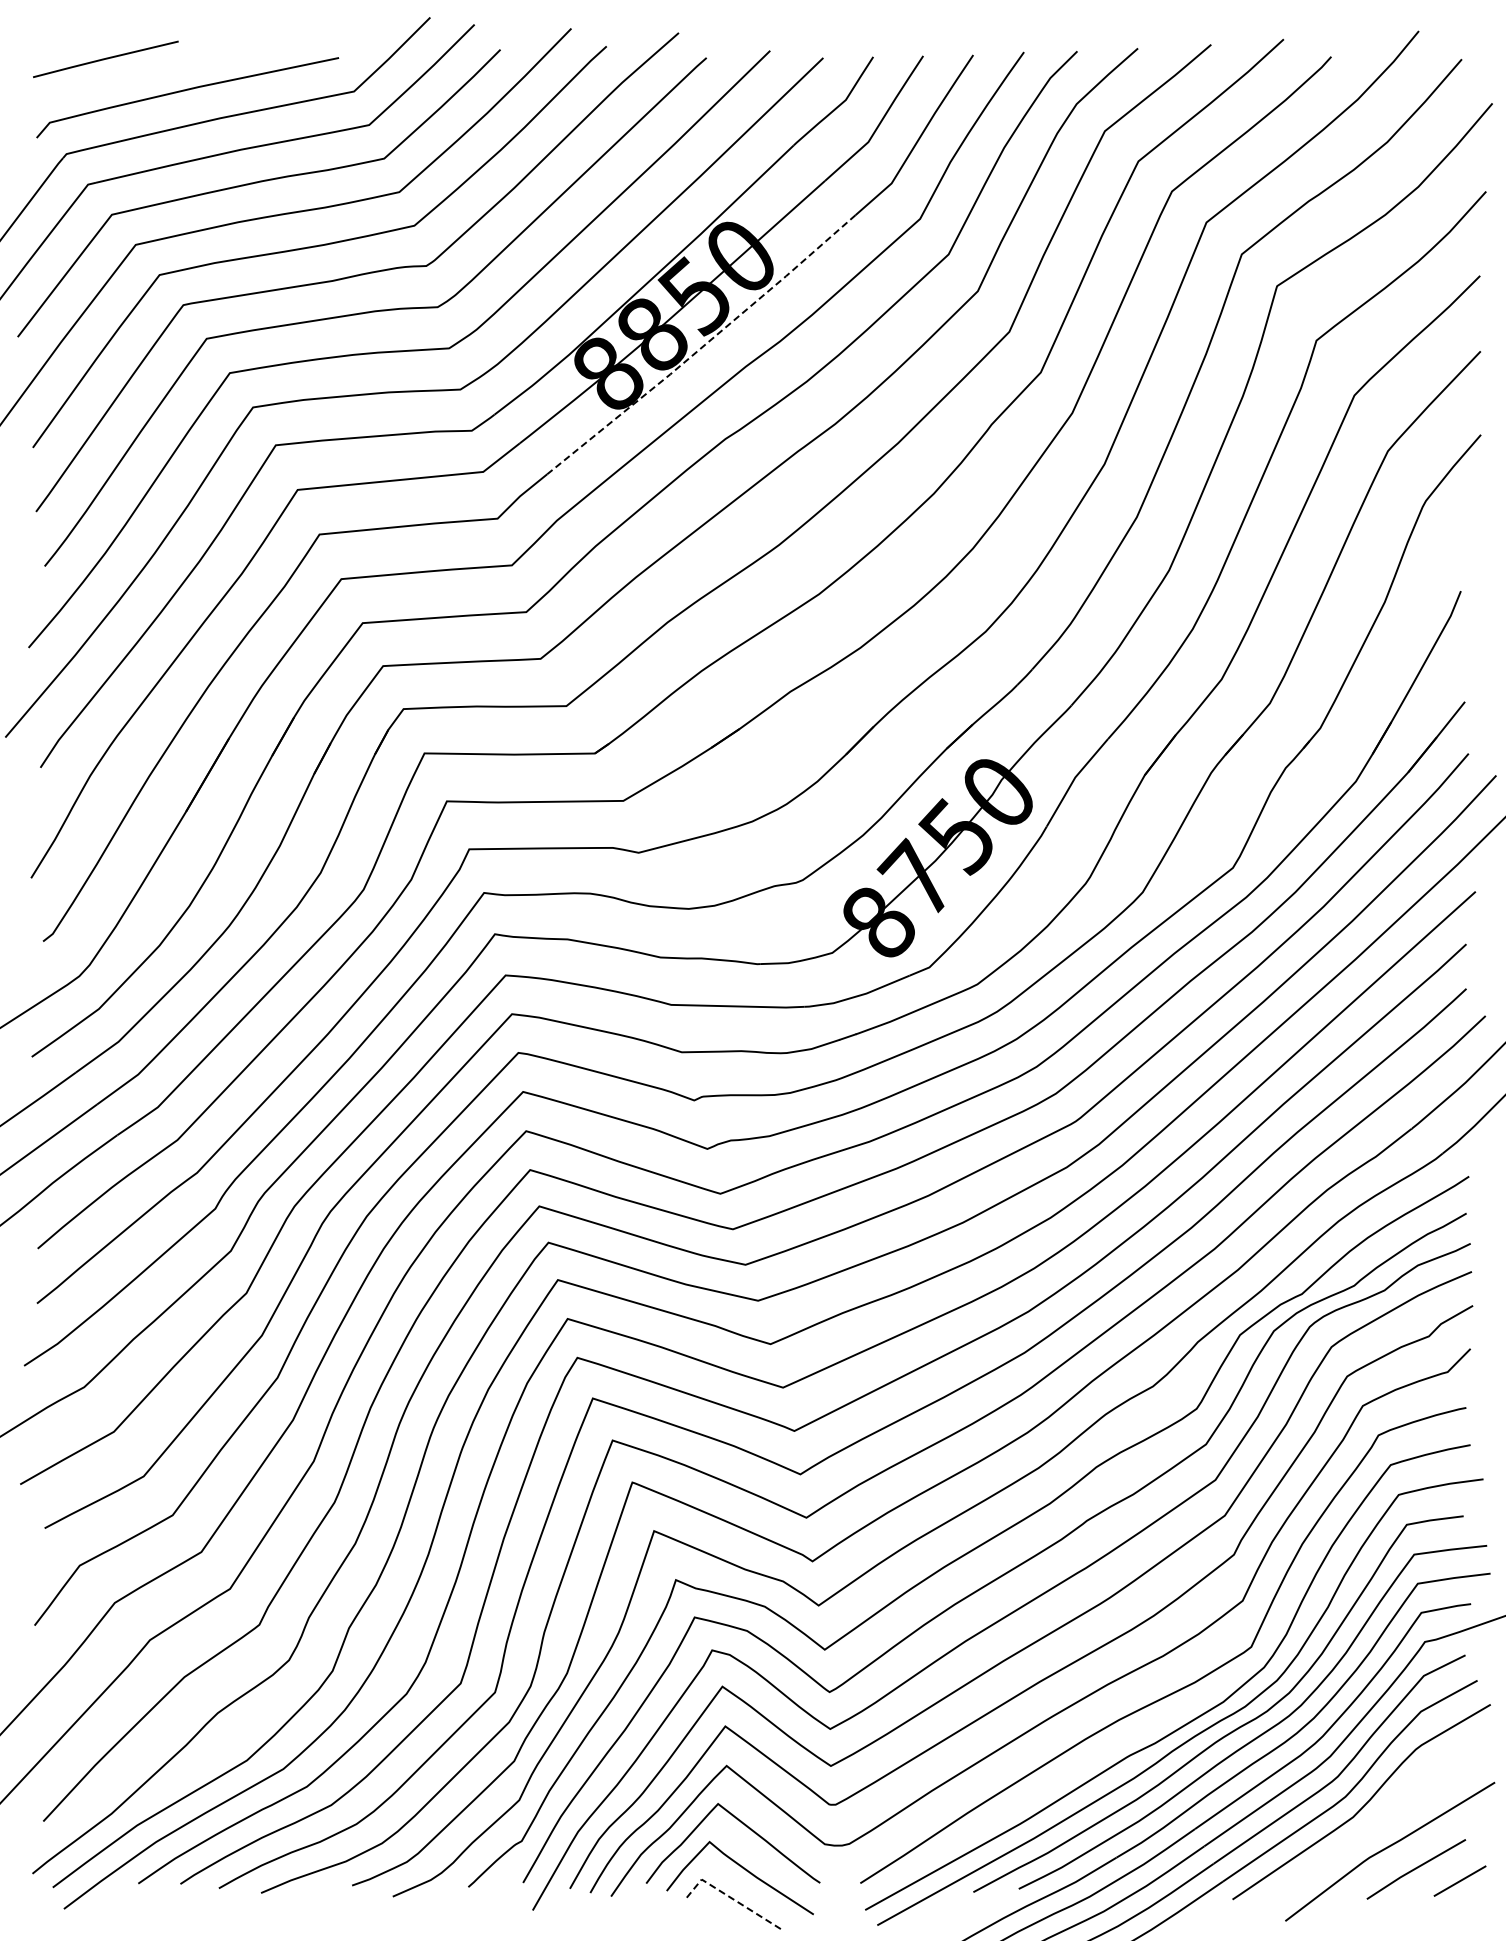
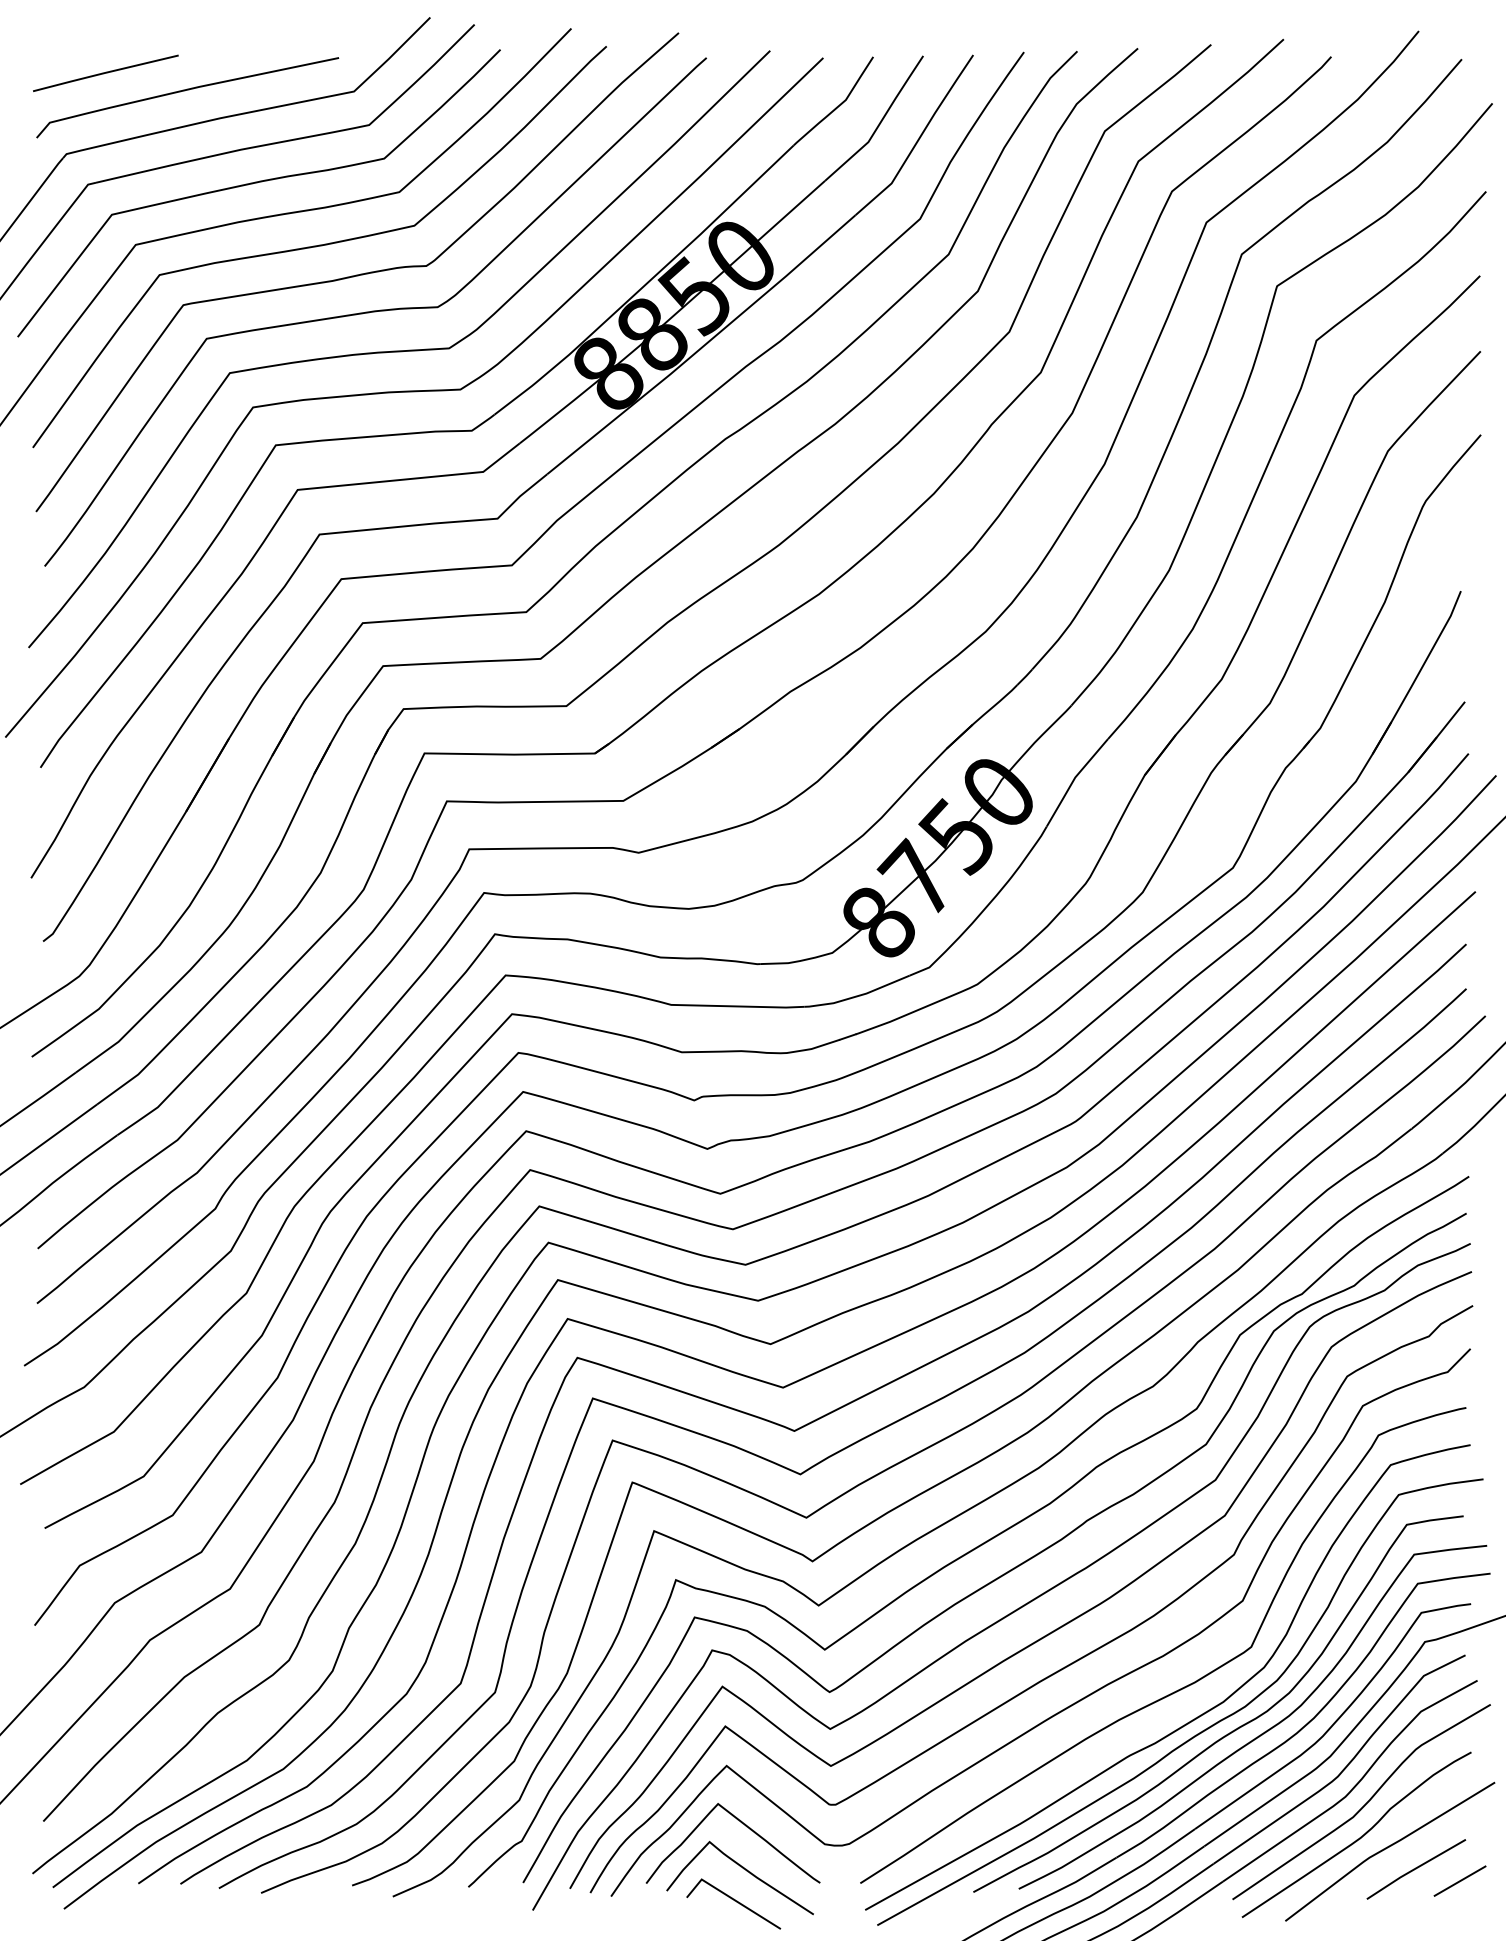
line at (105, 58) position: (105, 58) -> (105, 72)
line at (703, 346): dashed -> solid
curve at (1359, 1837): none -> present
line at (730, 1897): dashed -> solid
